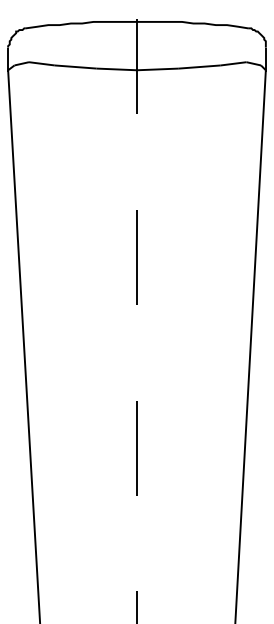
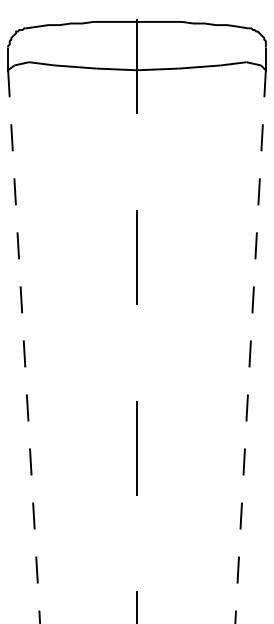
line at (24, 346): solid -> dashed
line at (250, 346): solid -> dashed
